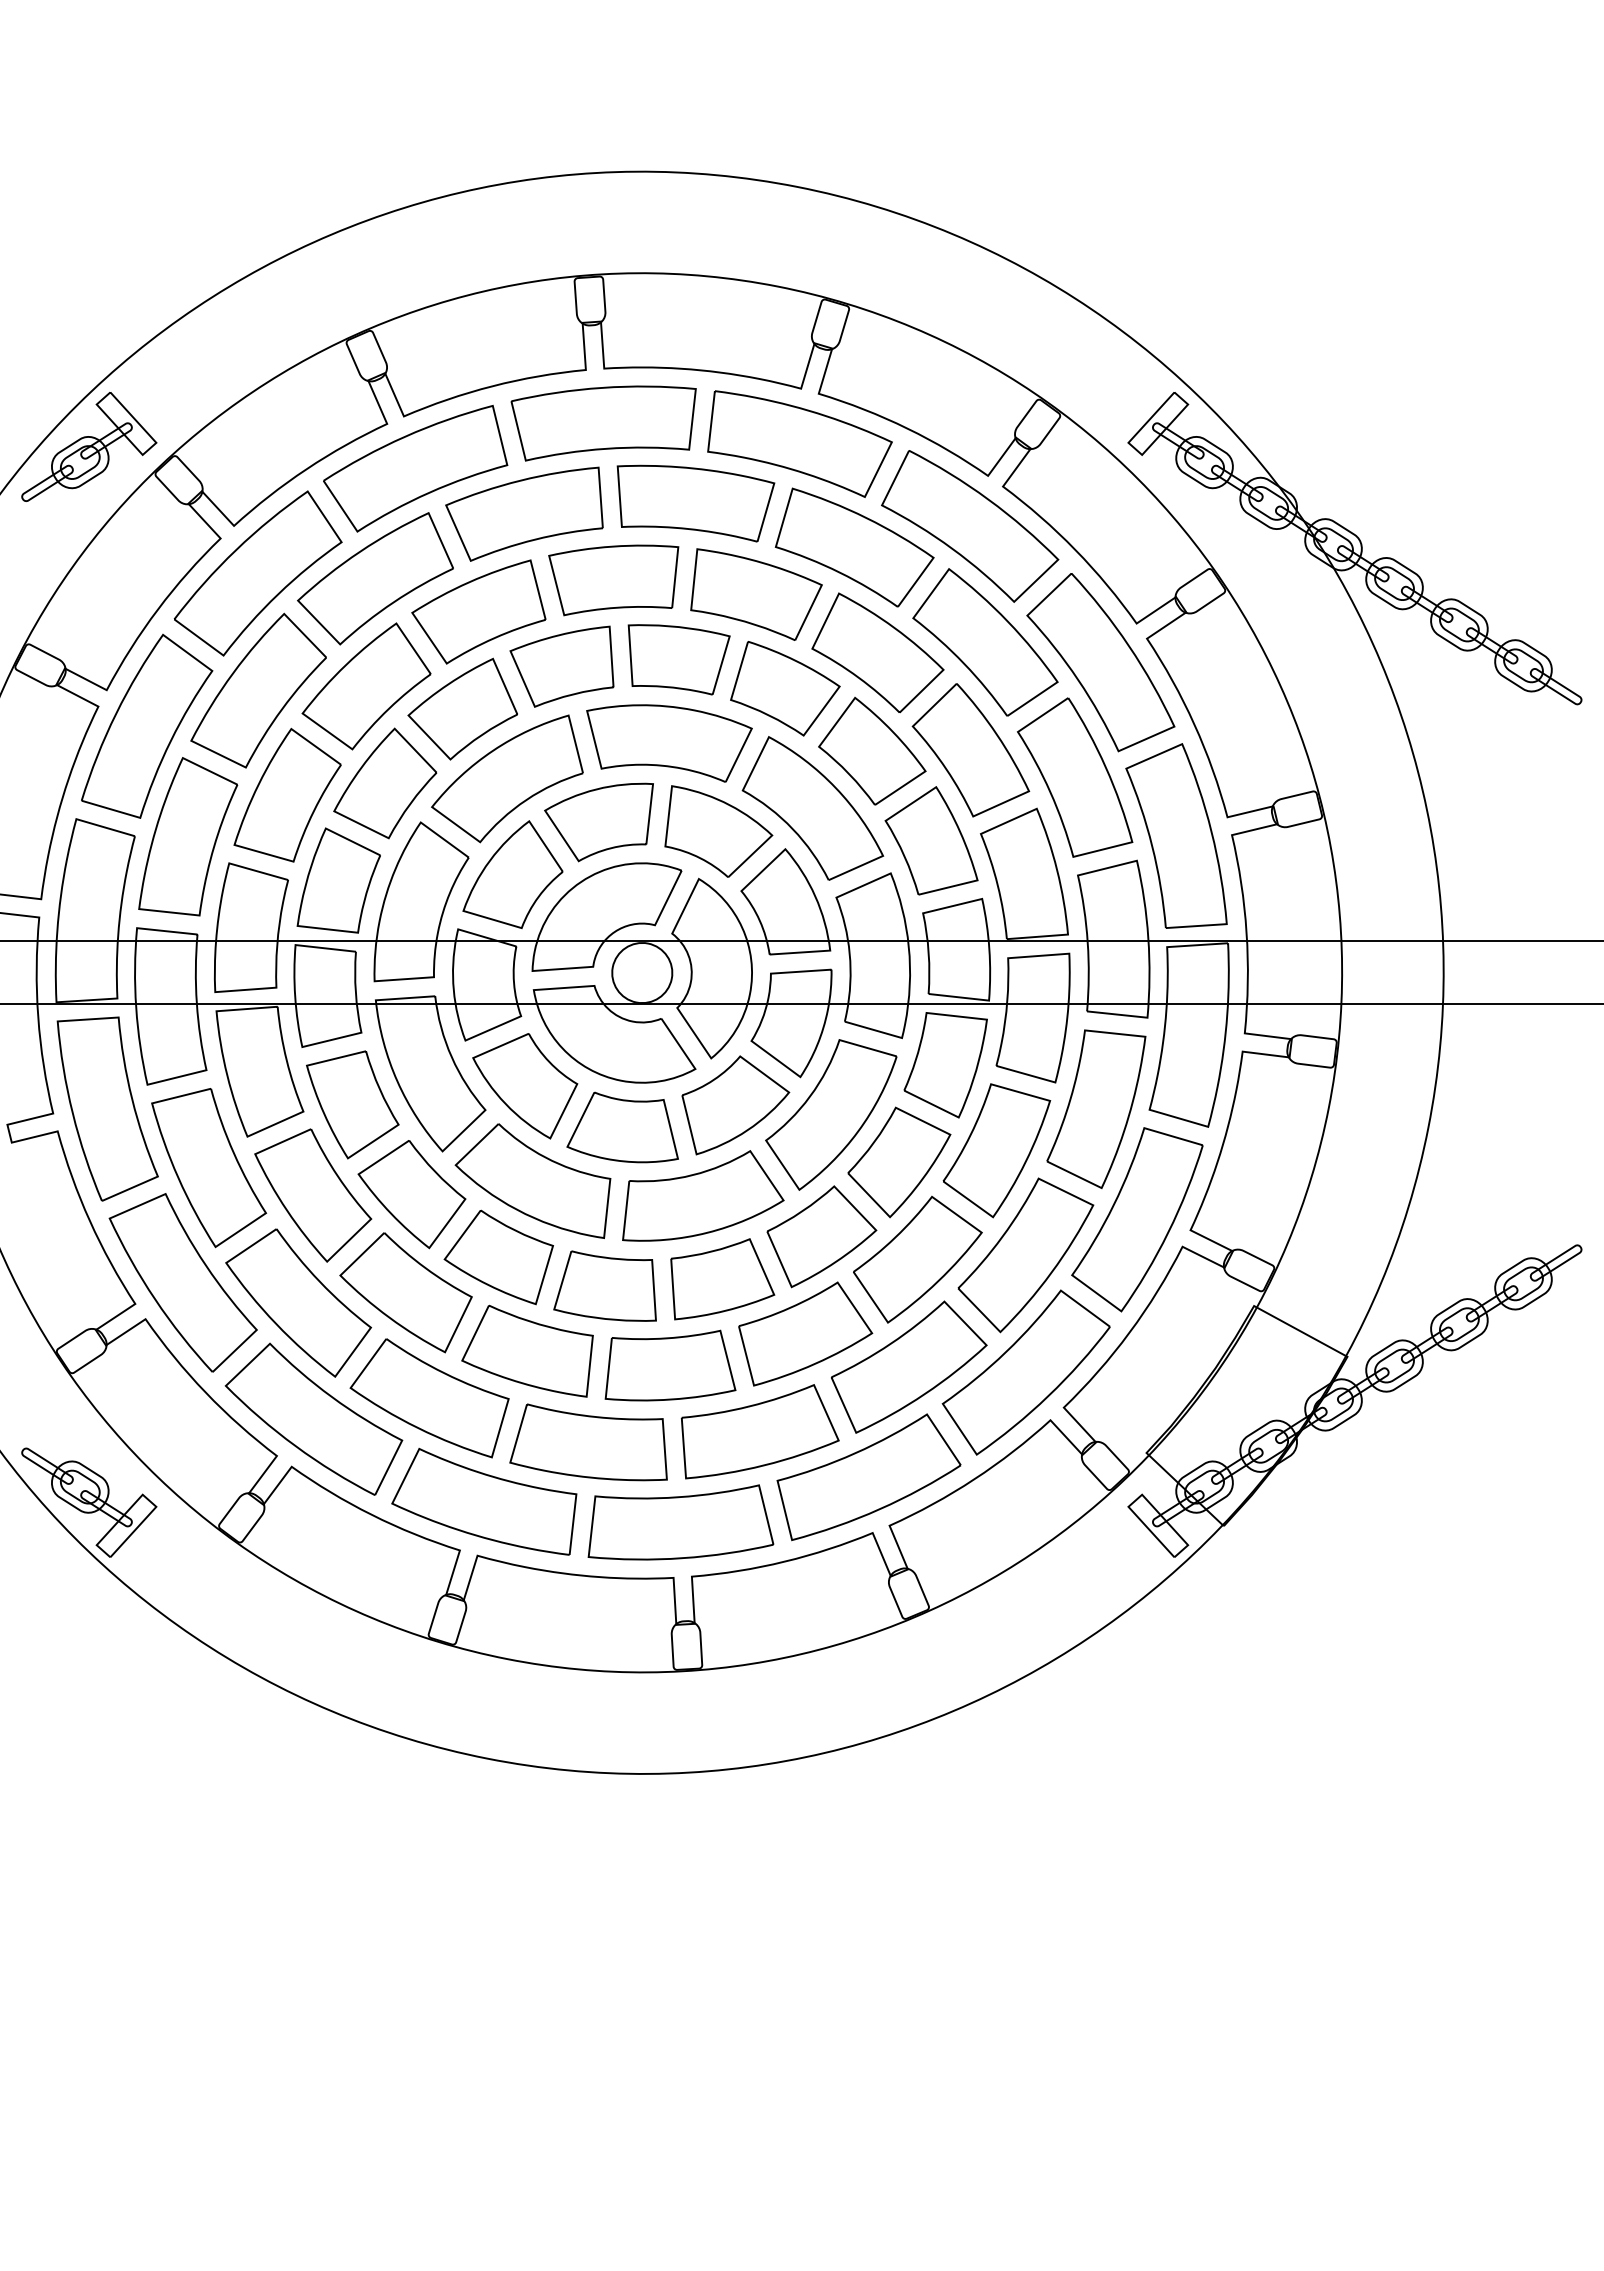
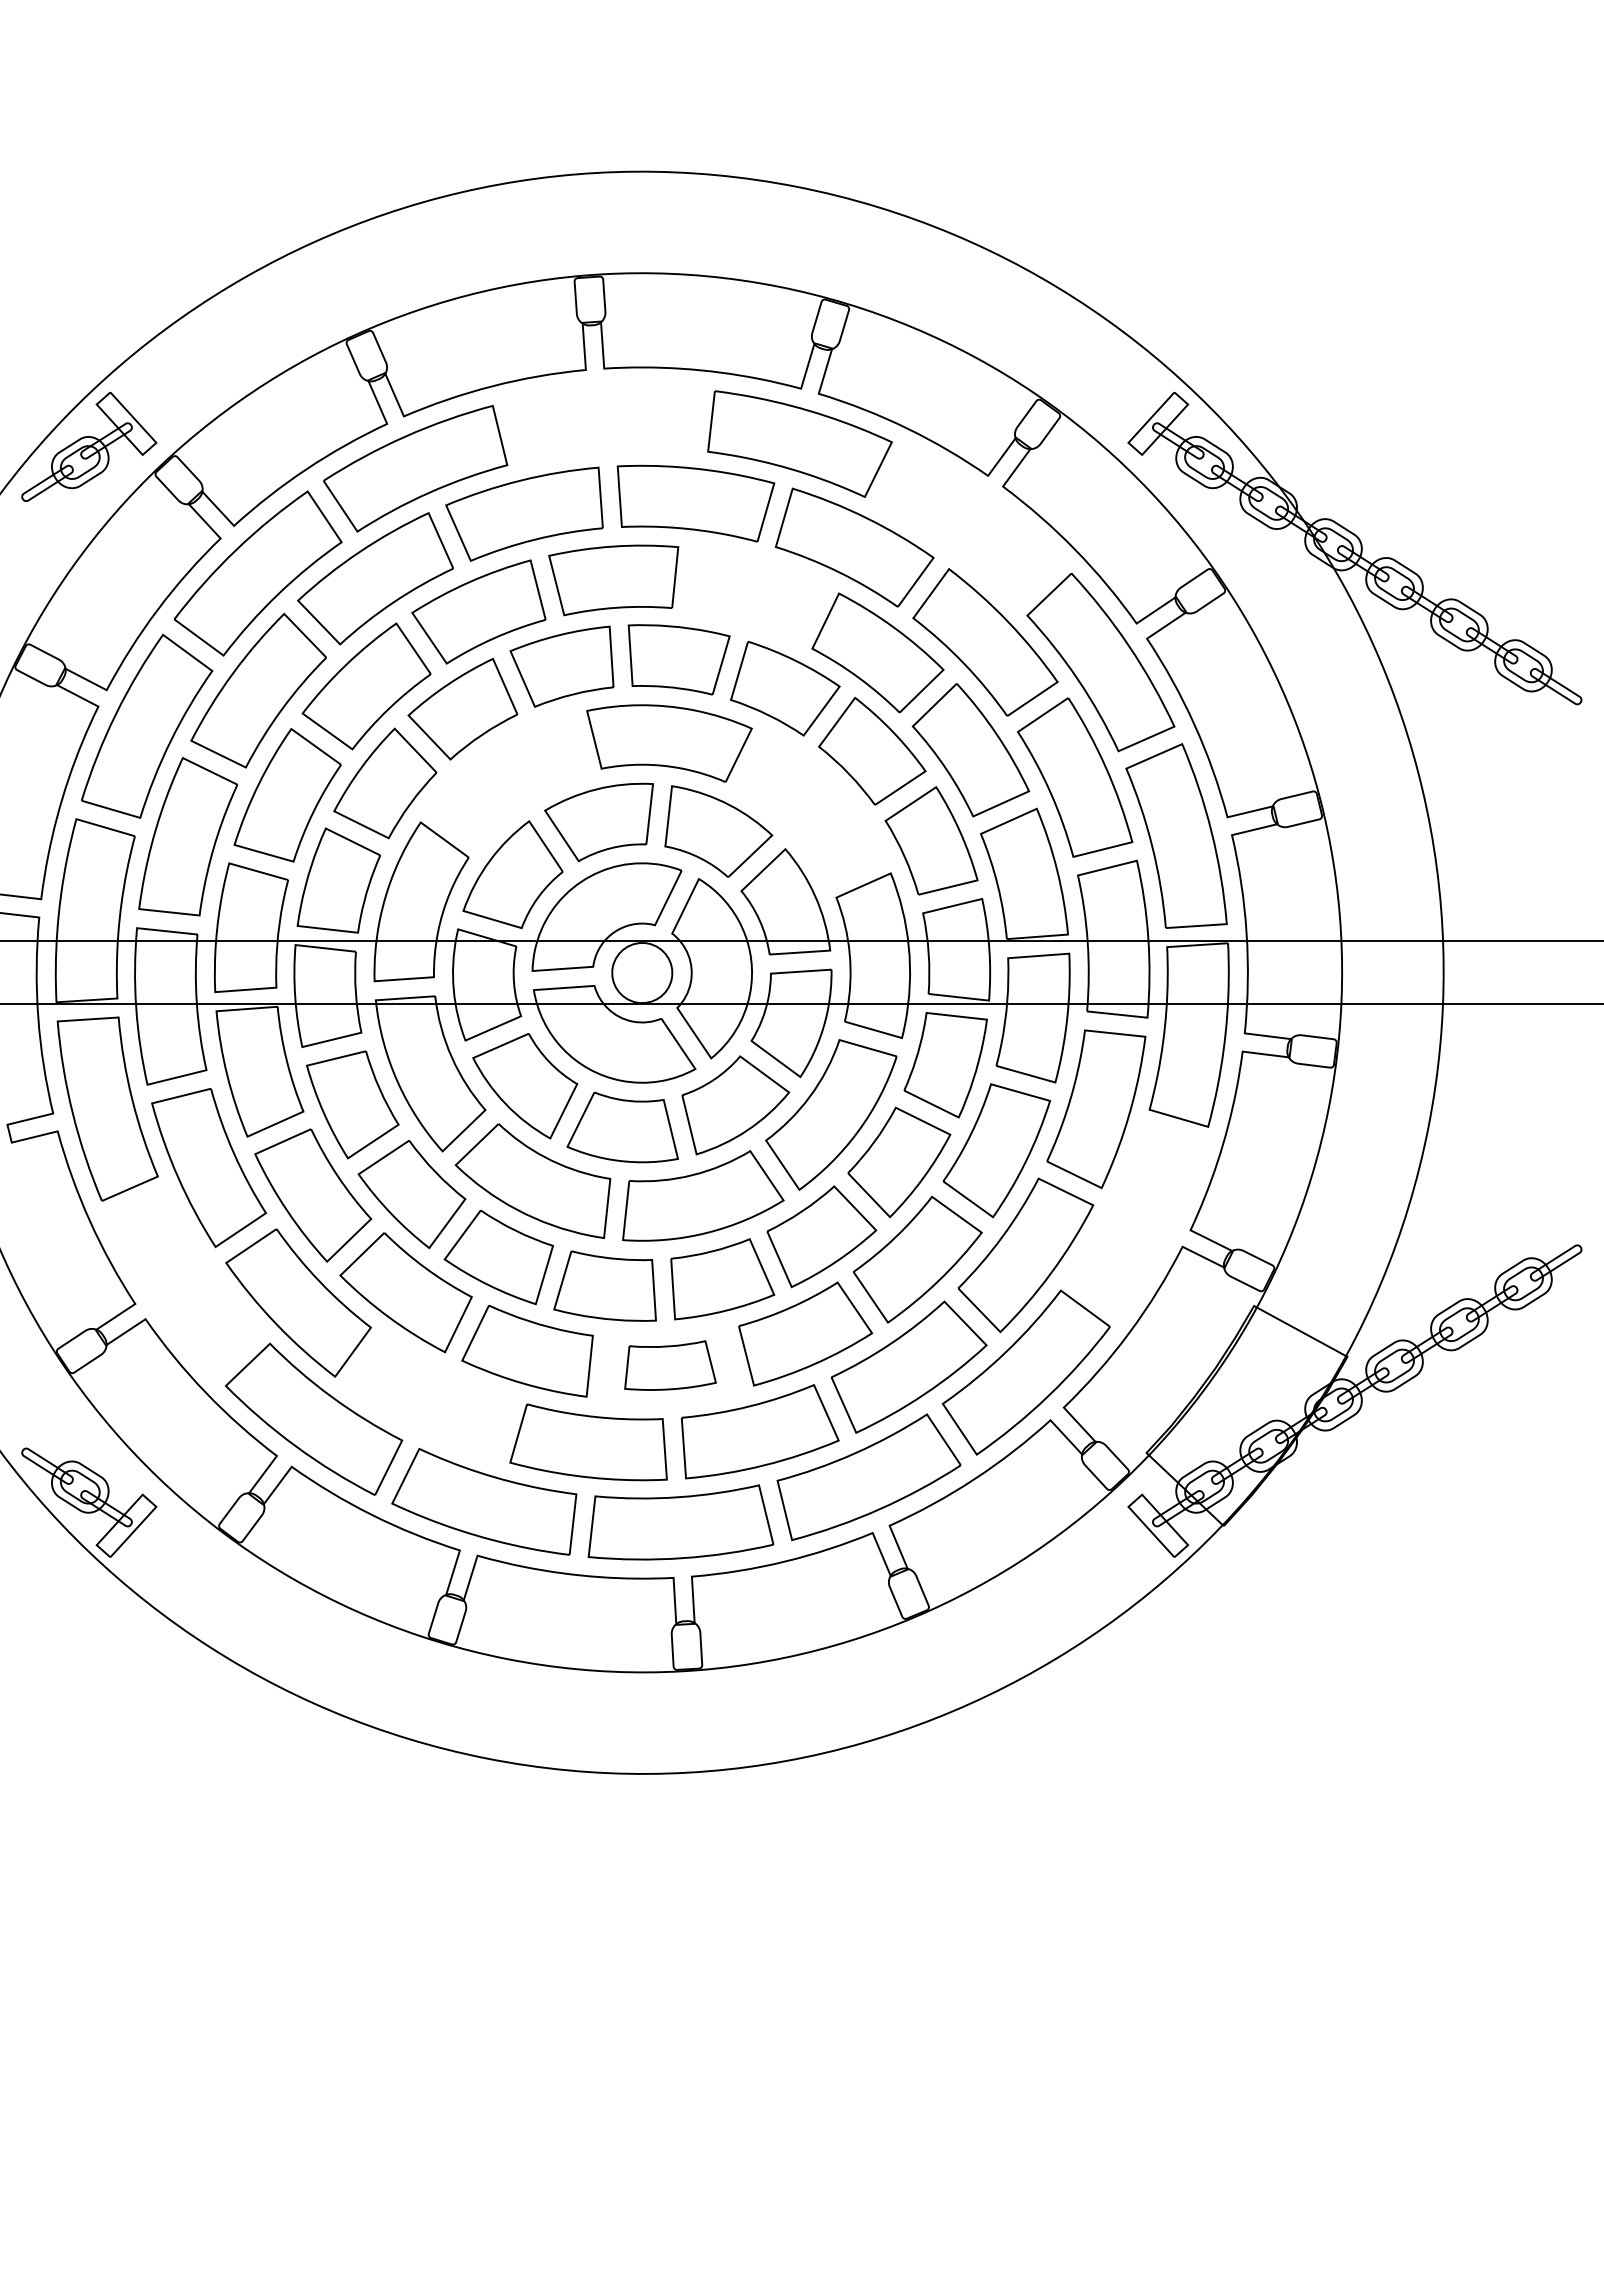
part at (603, 423): present -> none
part at (970, 526): present -> none
part at (756, 594): present -> none
part at (507, 778): present -> none
part at (812, 808): present -> none
part at (1137, 1219): present -> none
part at (182, 1282): present -> none
part at (670, 1365) size: 133x73 px -> 93x51 px
part at (429, 1398): present -> none
